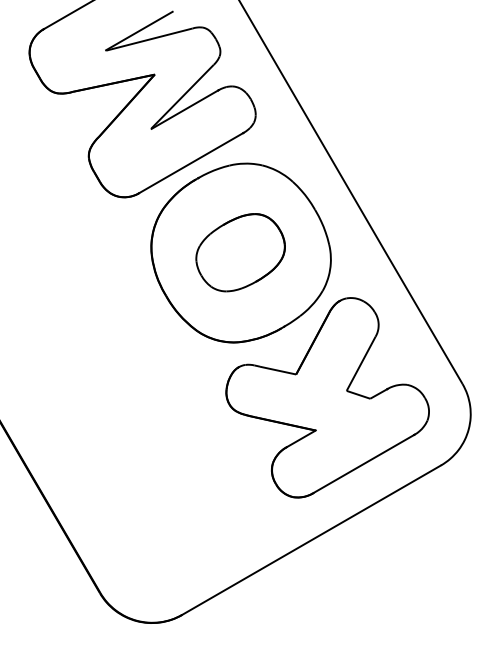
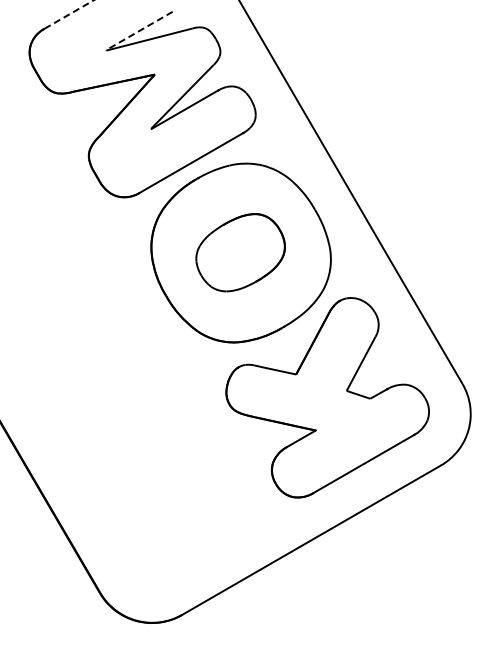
line at (69, 14): solid -> dashed
line at (138, 31): solid -> dashed
